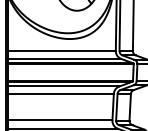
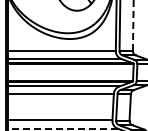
line at (133, 25): solid -> dashed
line at (62, 128): solid -> dashed
